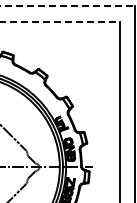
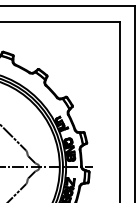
line at (68, 6): dashed -> solid
line at (59, 21): dashed -> solid
